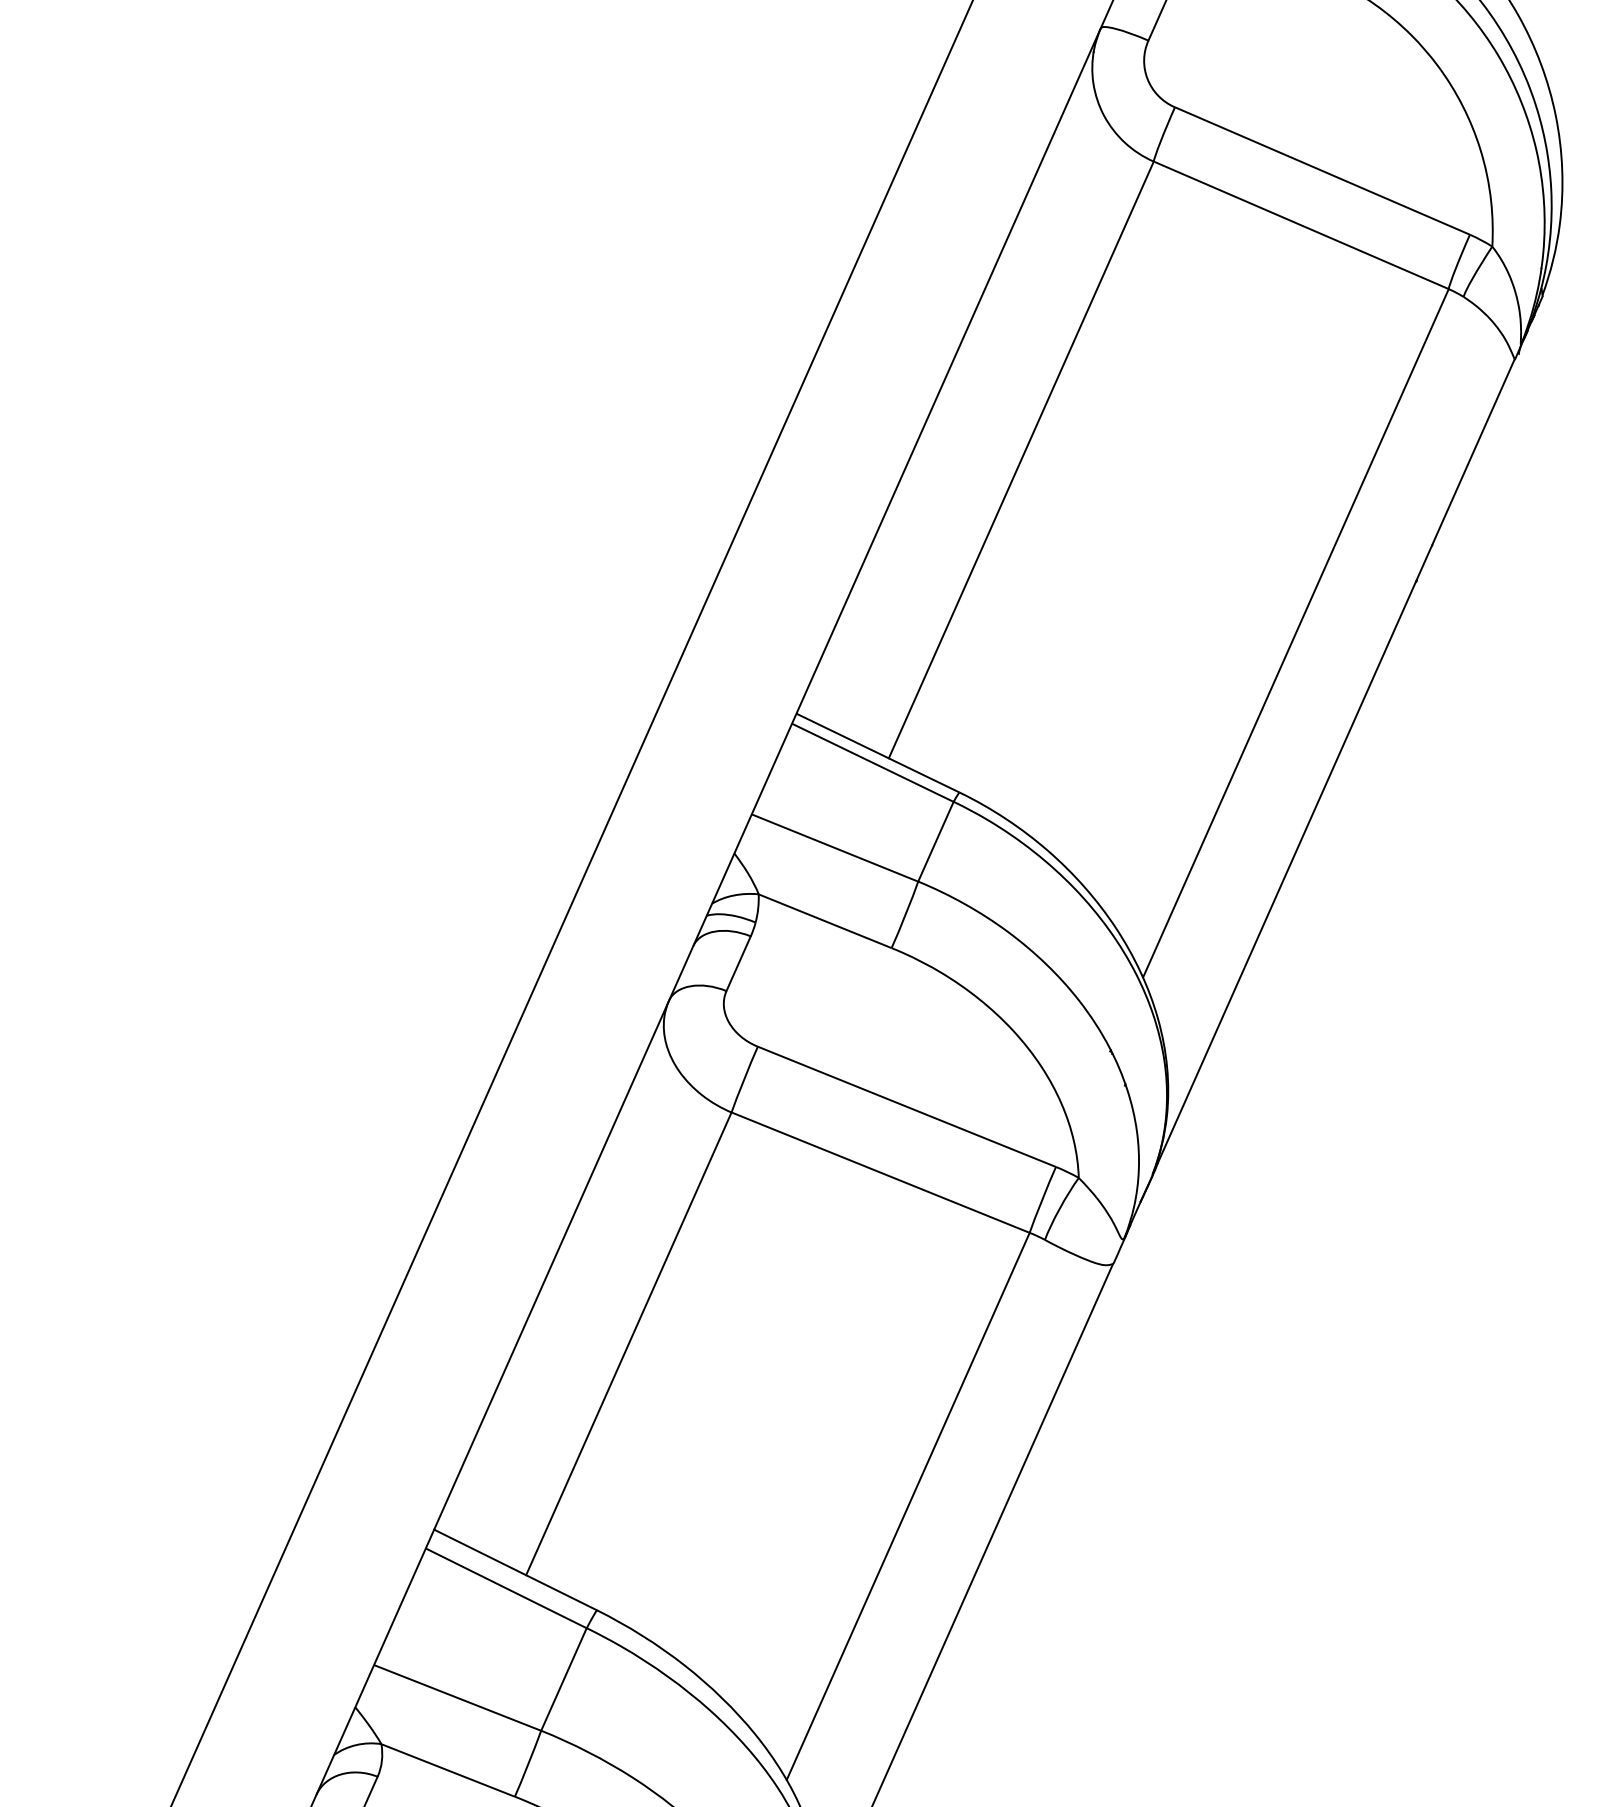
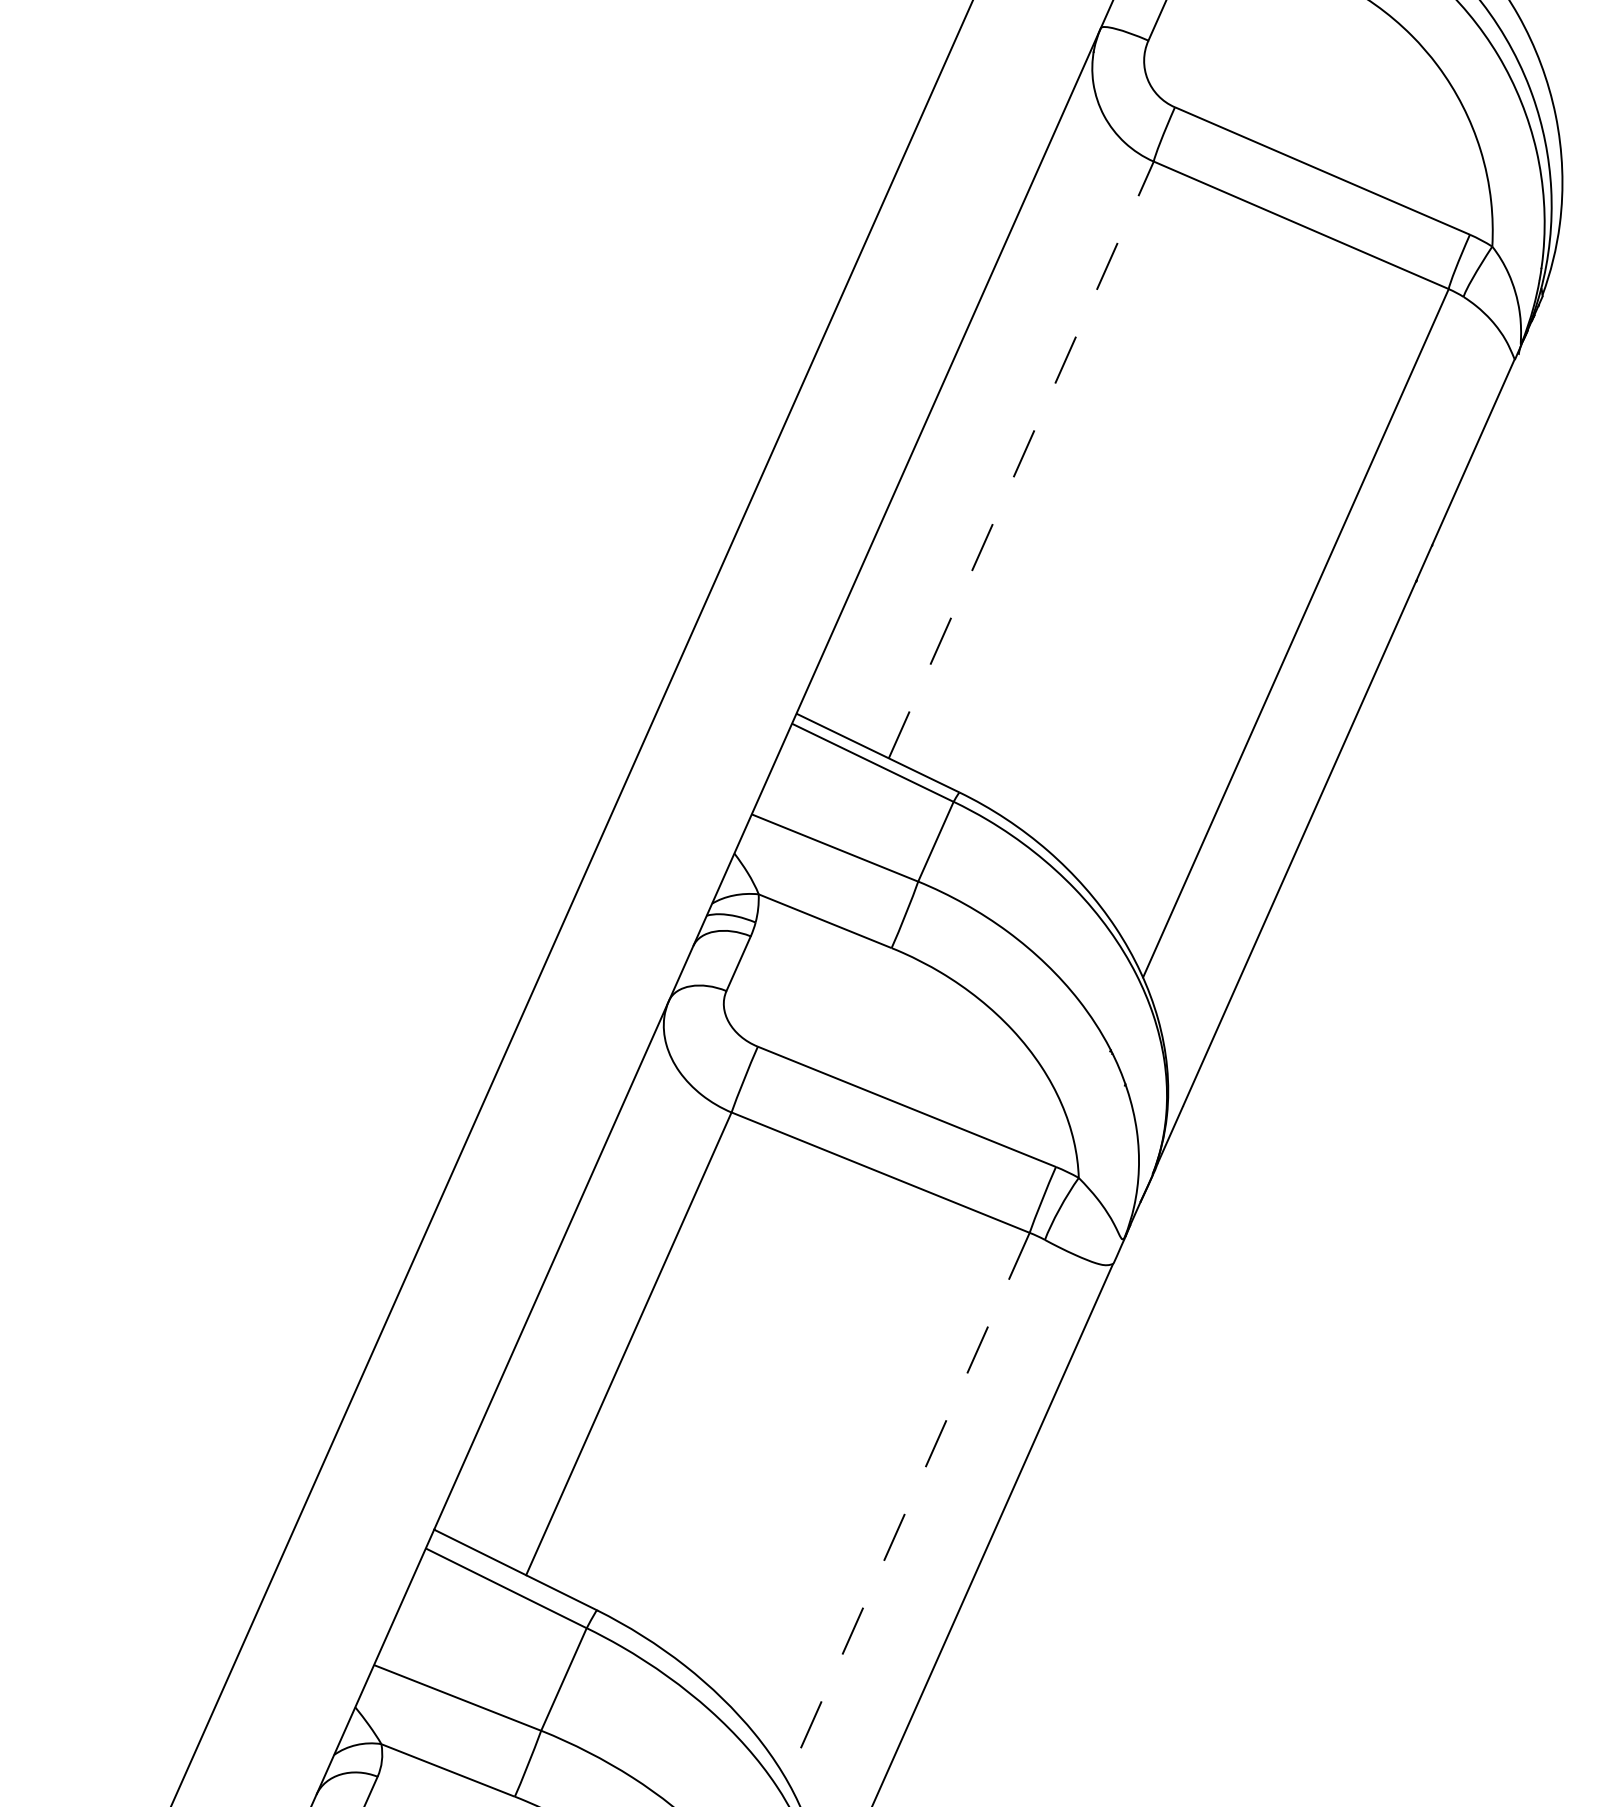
line at (1021, 459): solid -> dashed
line at (908, 1506): solid -> dashed
